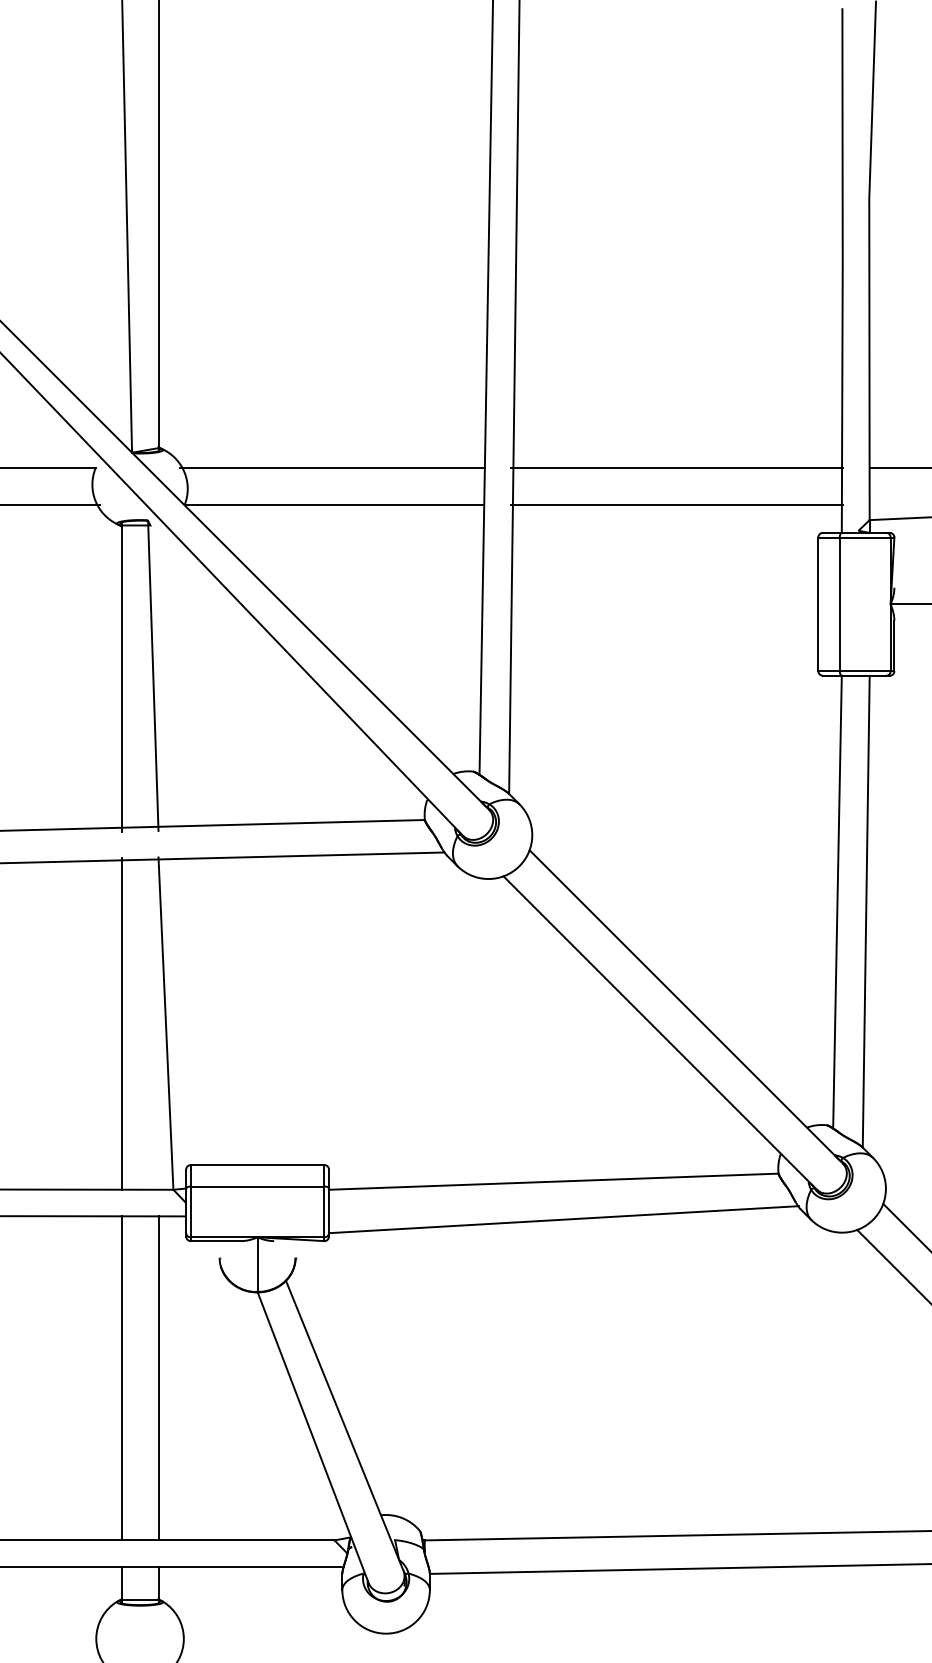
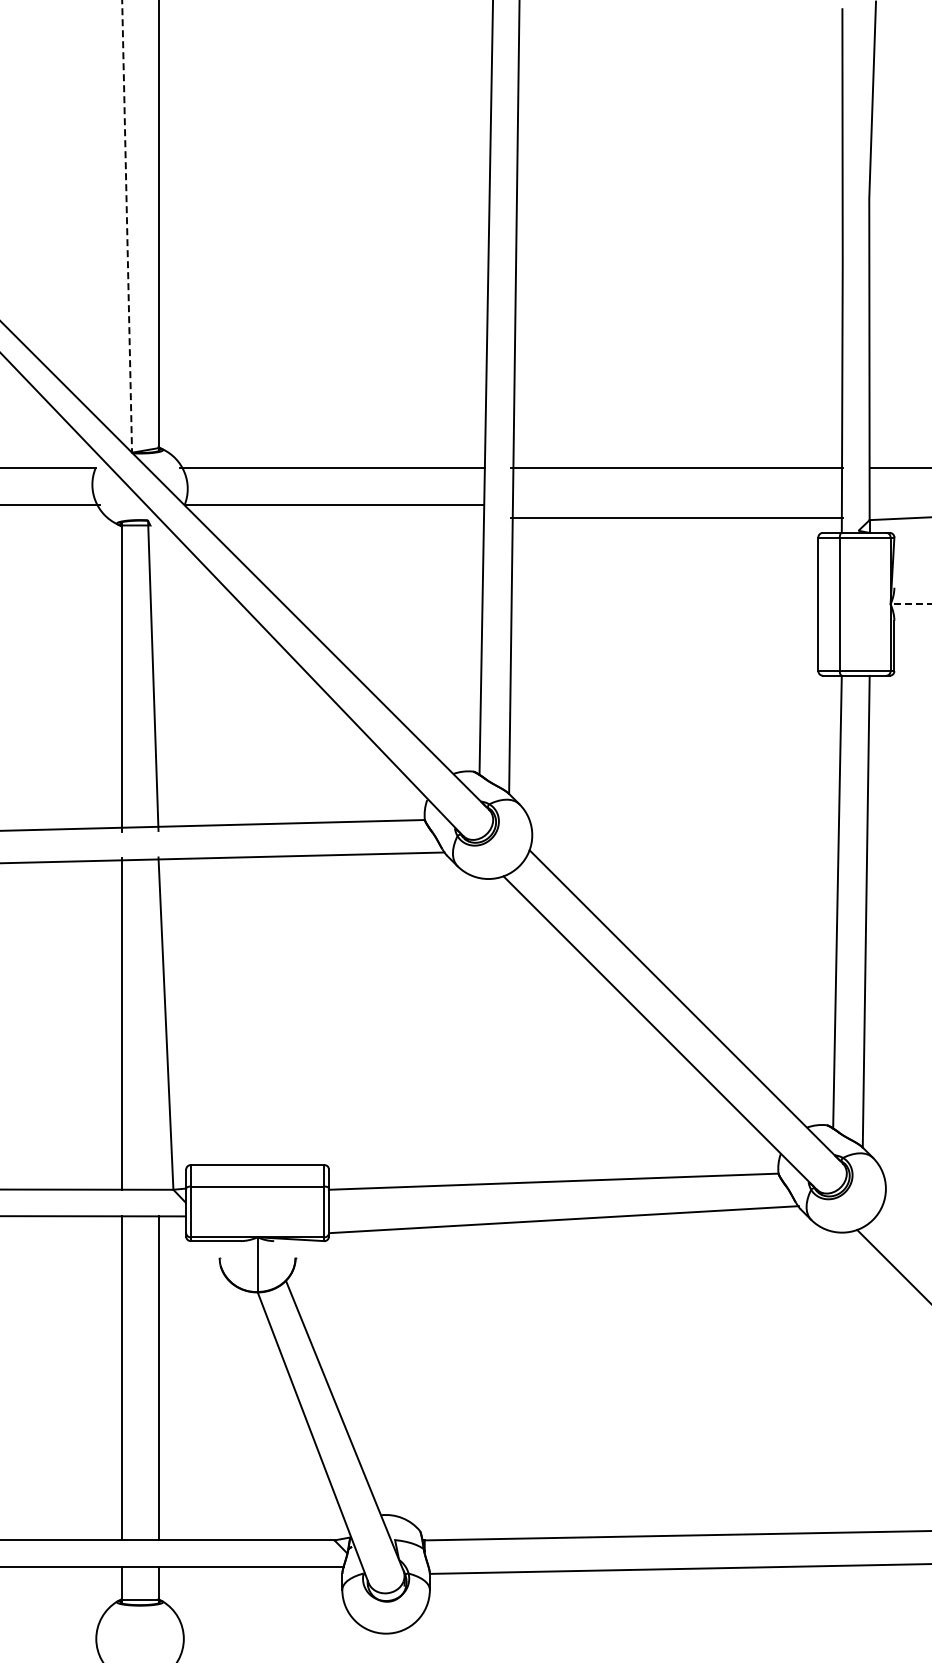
line at (127, 226): solid -> dashed
line at (676, 505) position: (676, 505) -> (676, 518)
line at (910, 604): solid -> dashed
line at (905, 1226): present -> none
